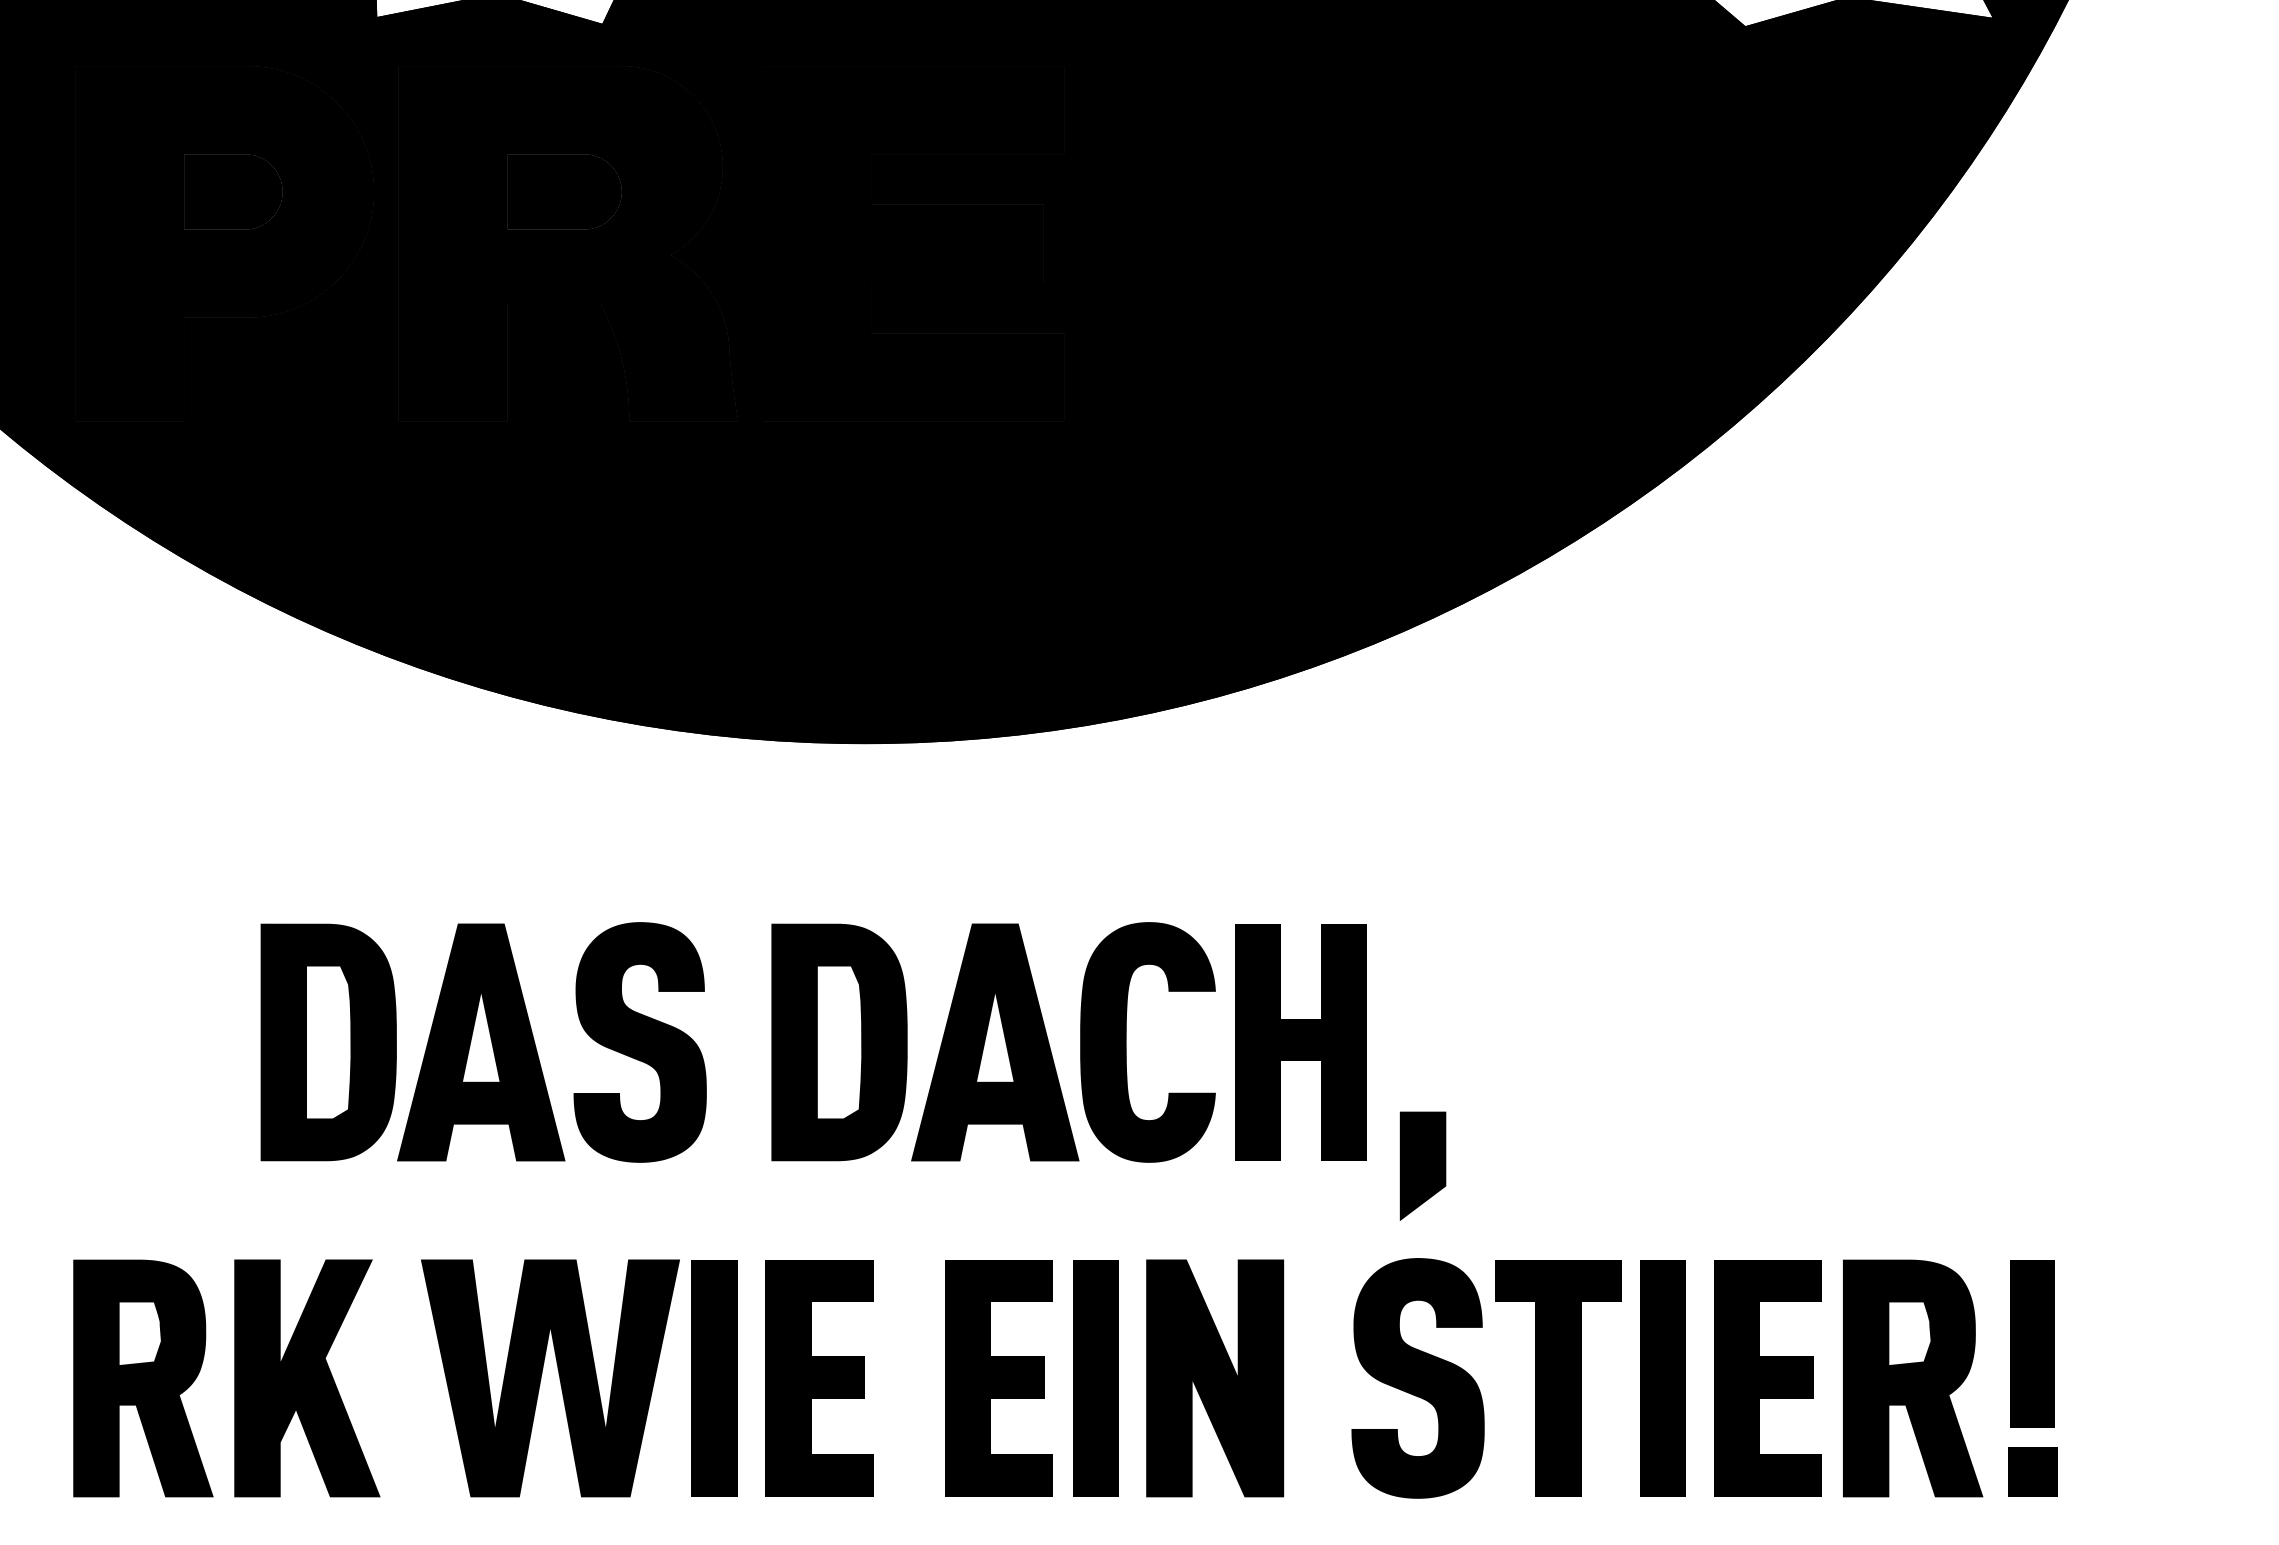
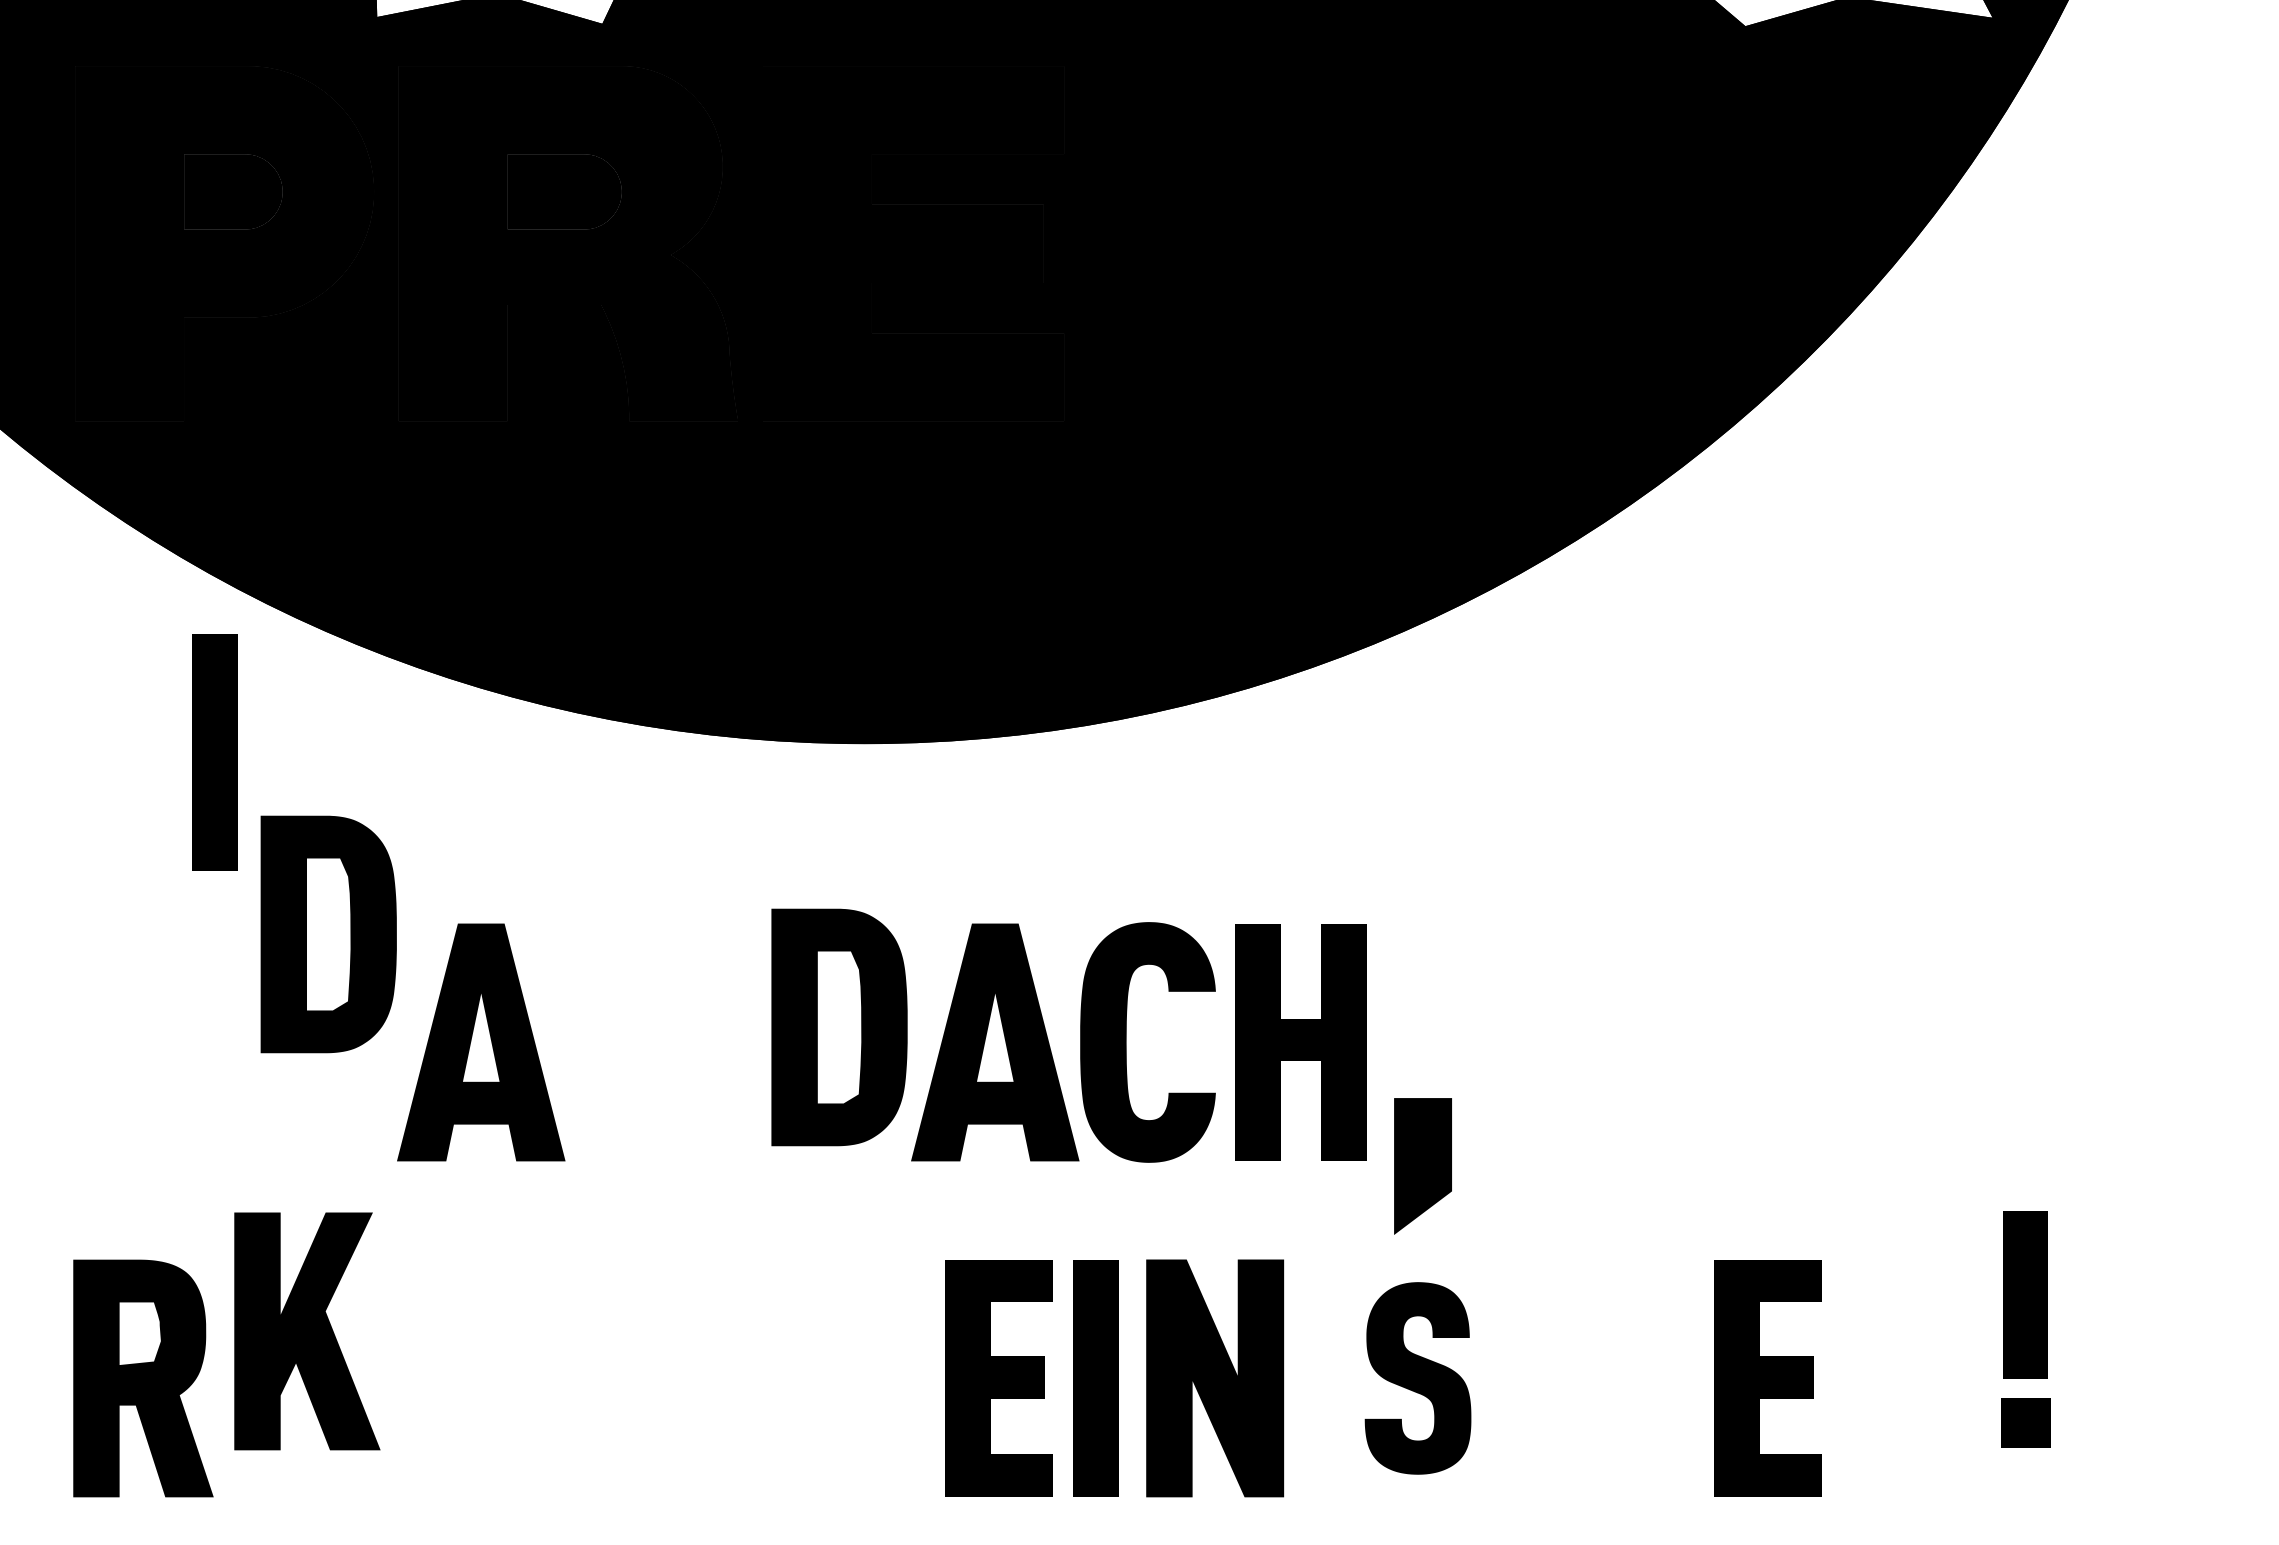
part at (214, 752): none -> present
part at (328, 1042) position: (328, 1042) -> (328, 934)
fill at (639, 1042): present -> none
part at (839, 1042) position: (839, 1042) -> (839, 1027)
part at (1422, 1165) size: 48x110 px -> 58x137 px
part at (307, 1378) position: (307, 1378) -> (307, 1331)
fill at (550, 1378): present -> none
fill at (714, 1378): present -> none
fill at (819, 1378): present -> none
part at (1417, 1378) size: 134x241 px -> 108x193 px
fill at (1558, 1378): present -> none
fill at (1662, 1378): present -> none
part at (1913, 1378): present -> none
part at (2032, 1378) position: (2032, 1378) -> (2025, 1329)
